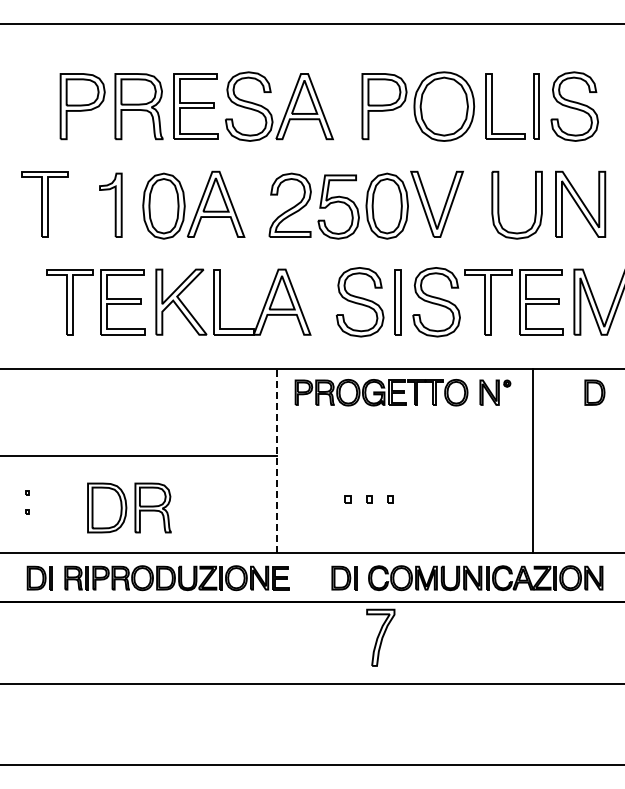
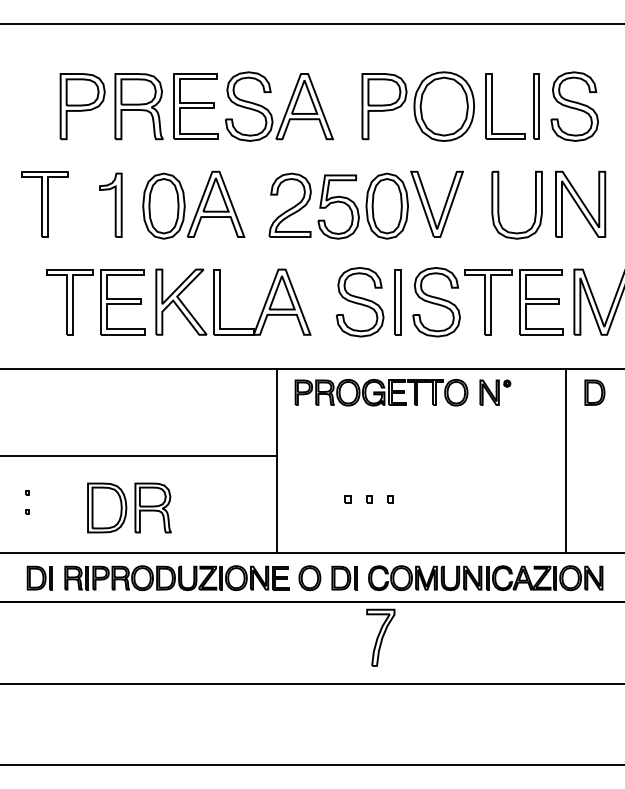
line at (276, 460): dashed -> solid
line at (533, 461) position: (533, 461) -> (566, 461)
part at (309, 578): none -> present
